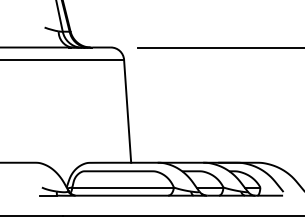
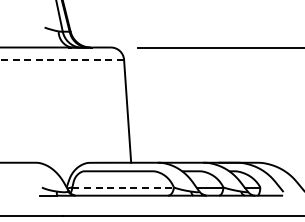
line at (62, 59): solid -> dashed
line at (123, 187): solid -> dashed
